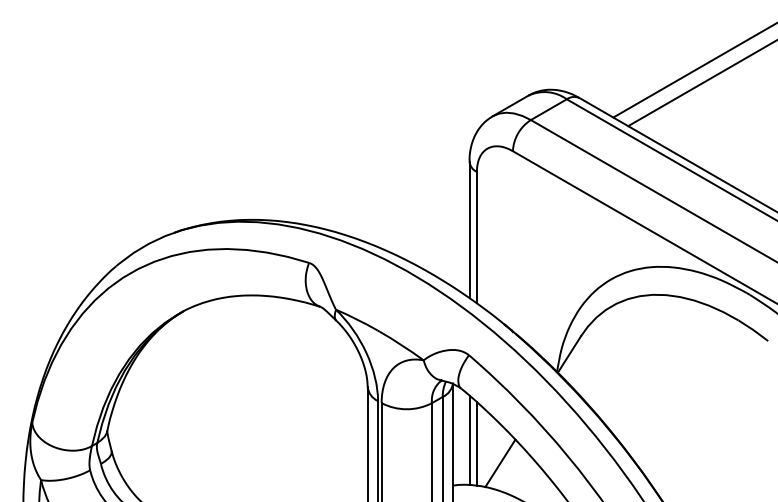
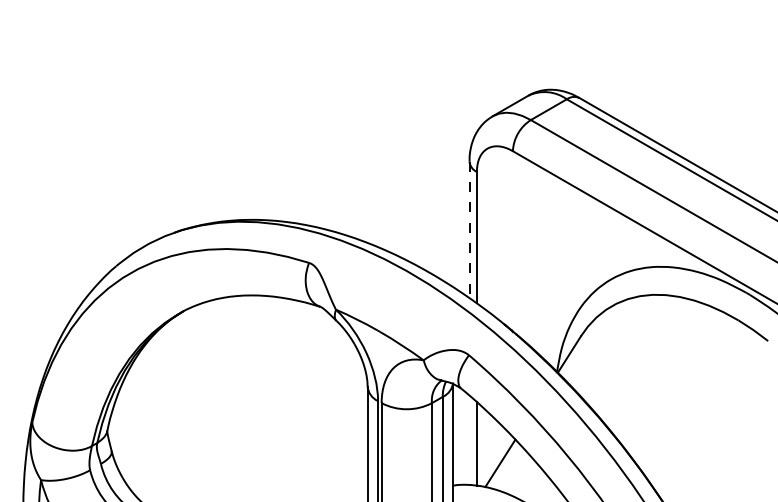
line at (693, 70): present -> none
line at (701, 83): present -> none
line at (469, 230): solid -> dashed
line at (469, 440): present -> none
